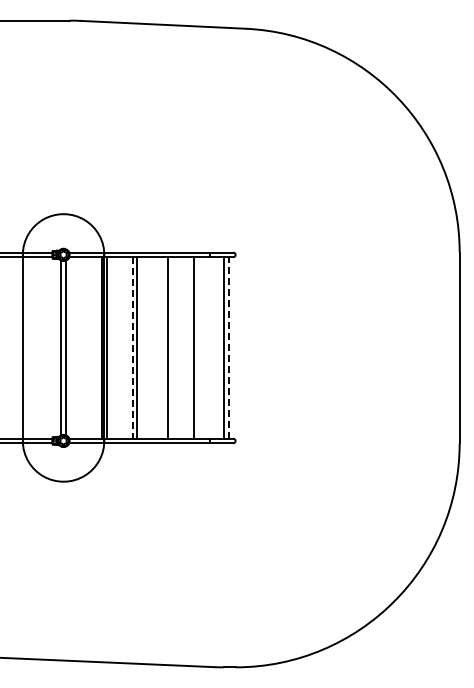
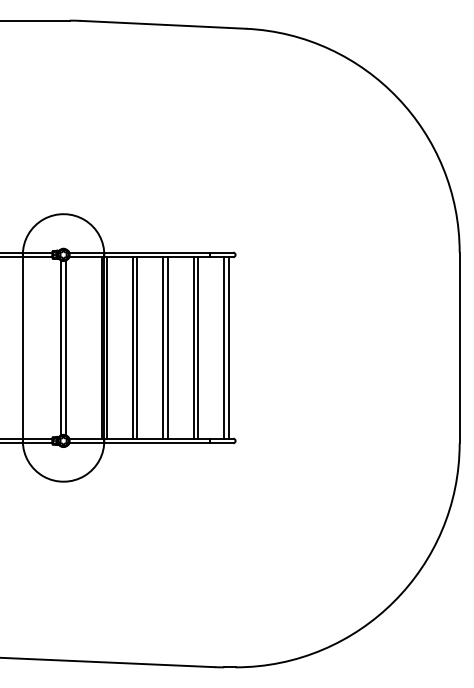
line at (132, 347): dashed -> solid
line at (163, 347): none -> present
line at (198, 347): none -> present
line at (228, 347): dashed -> solid
